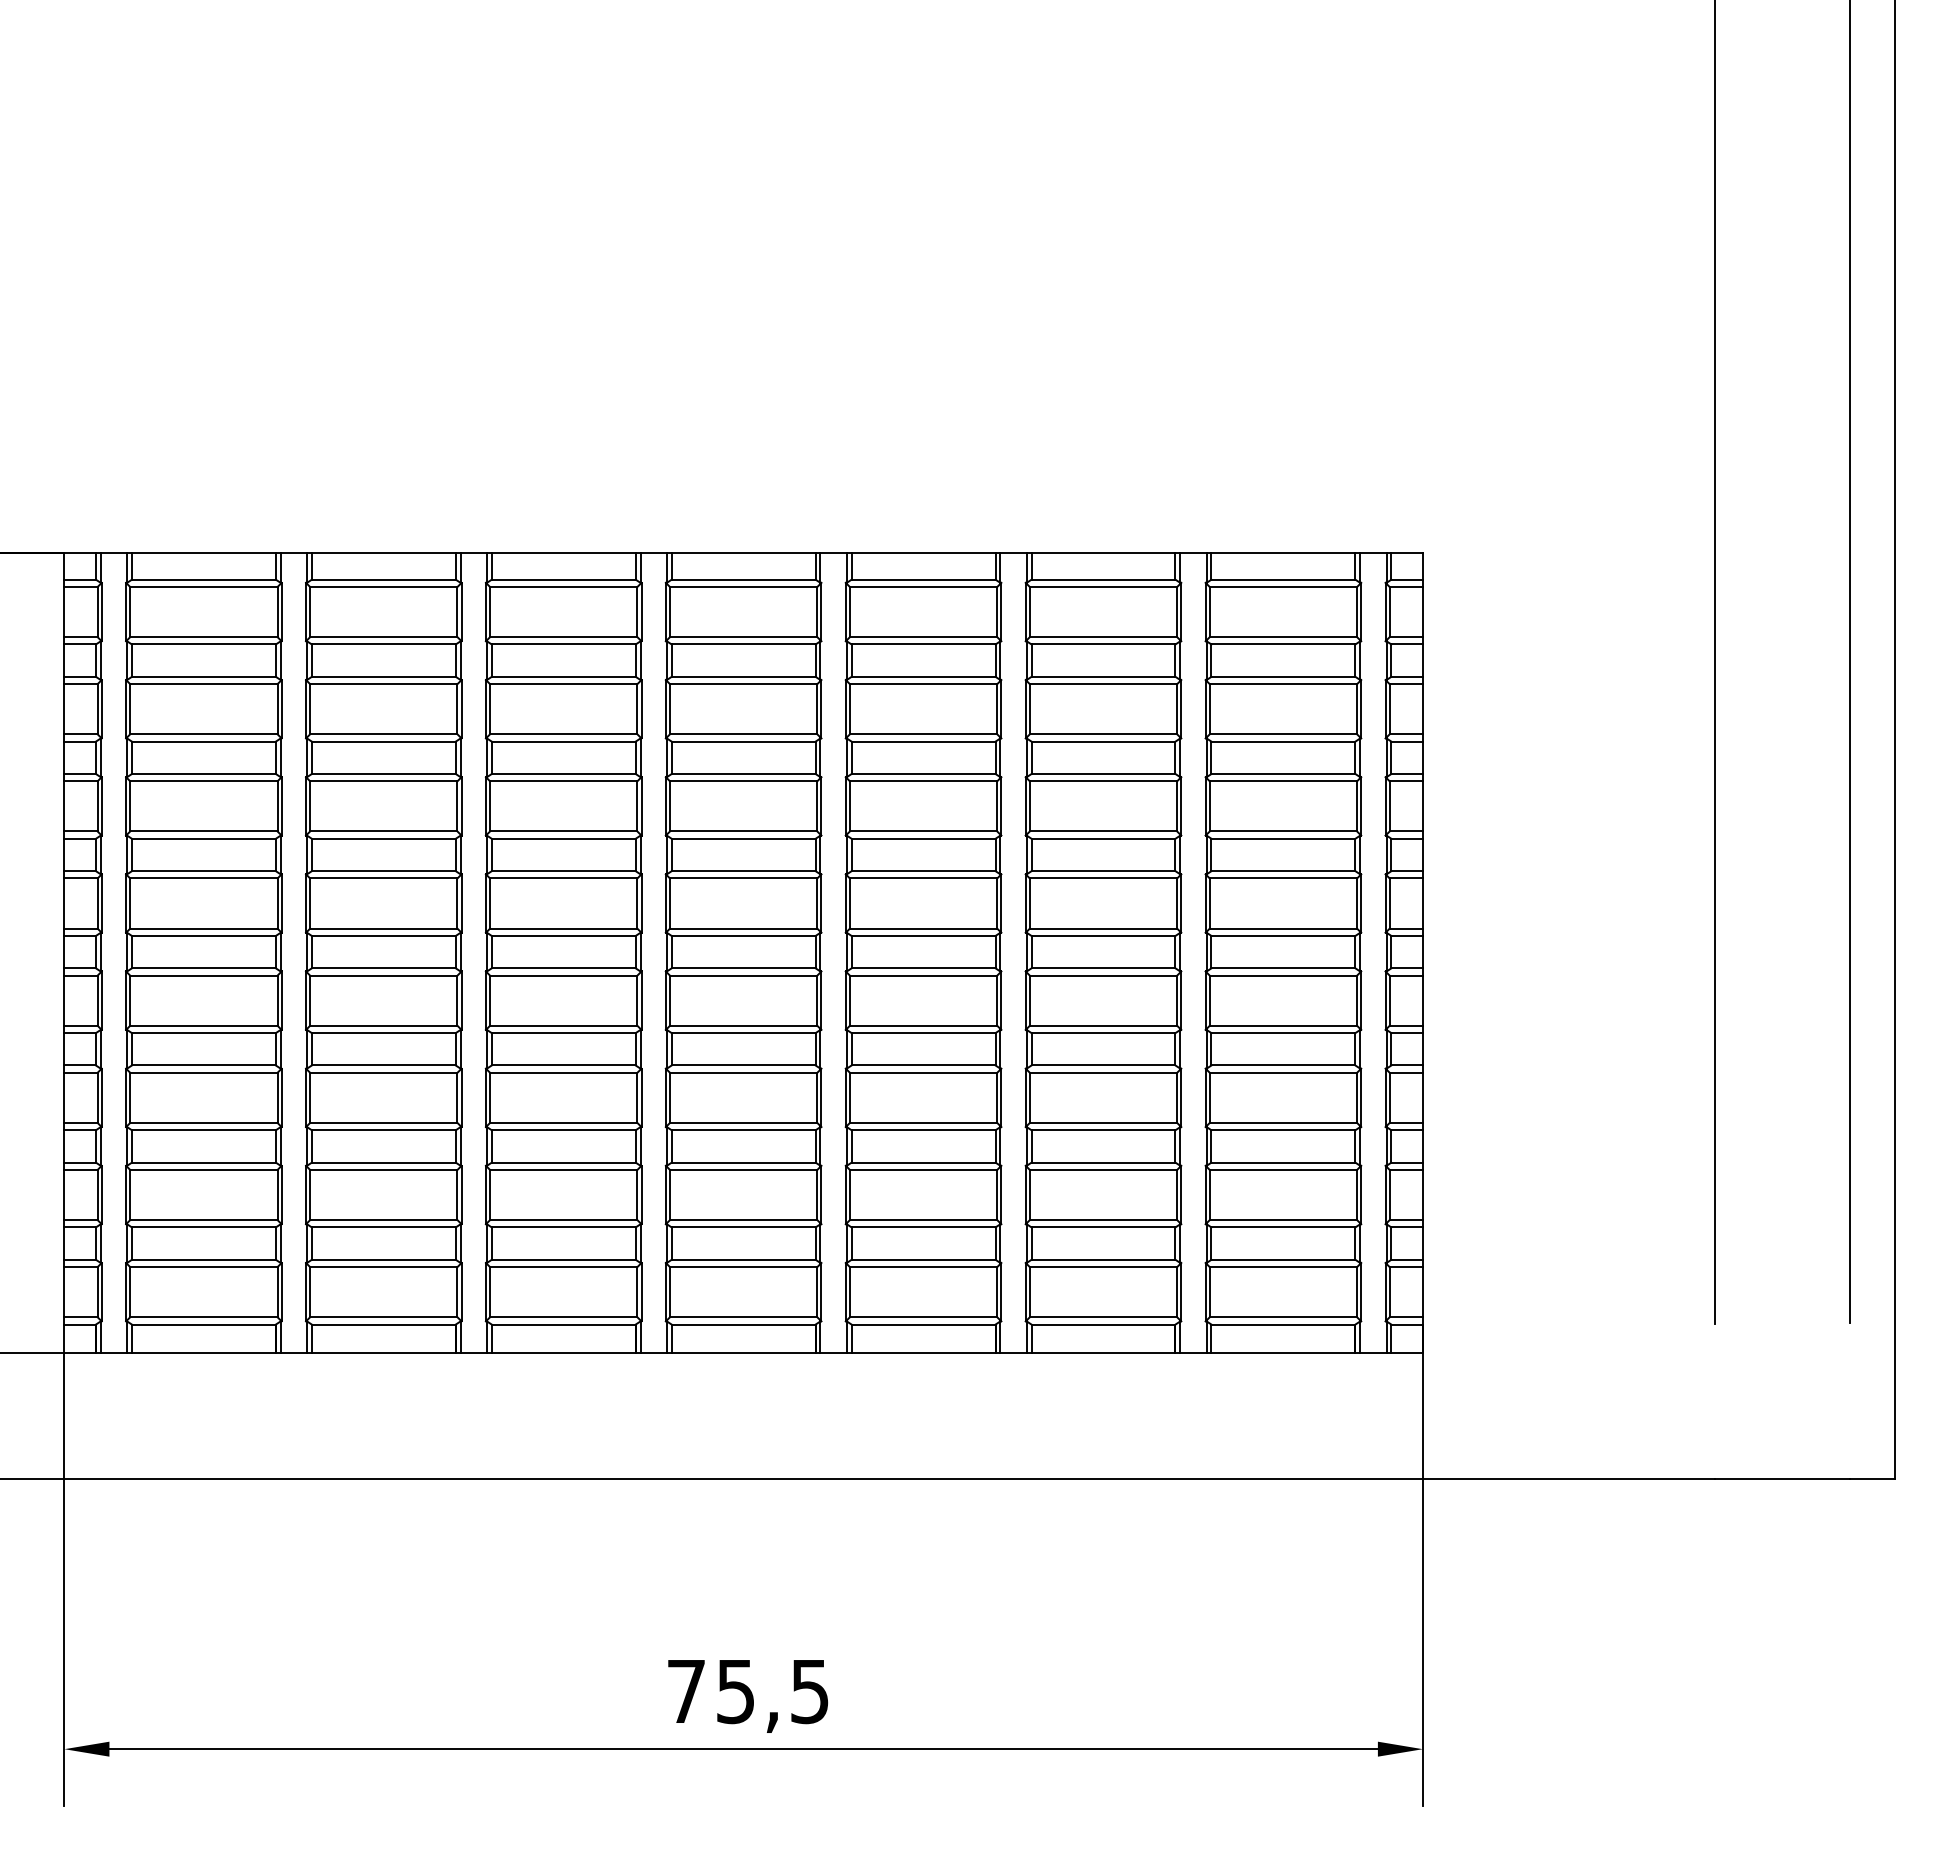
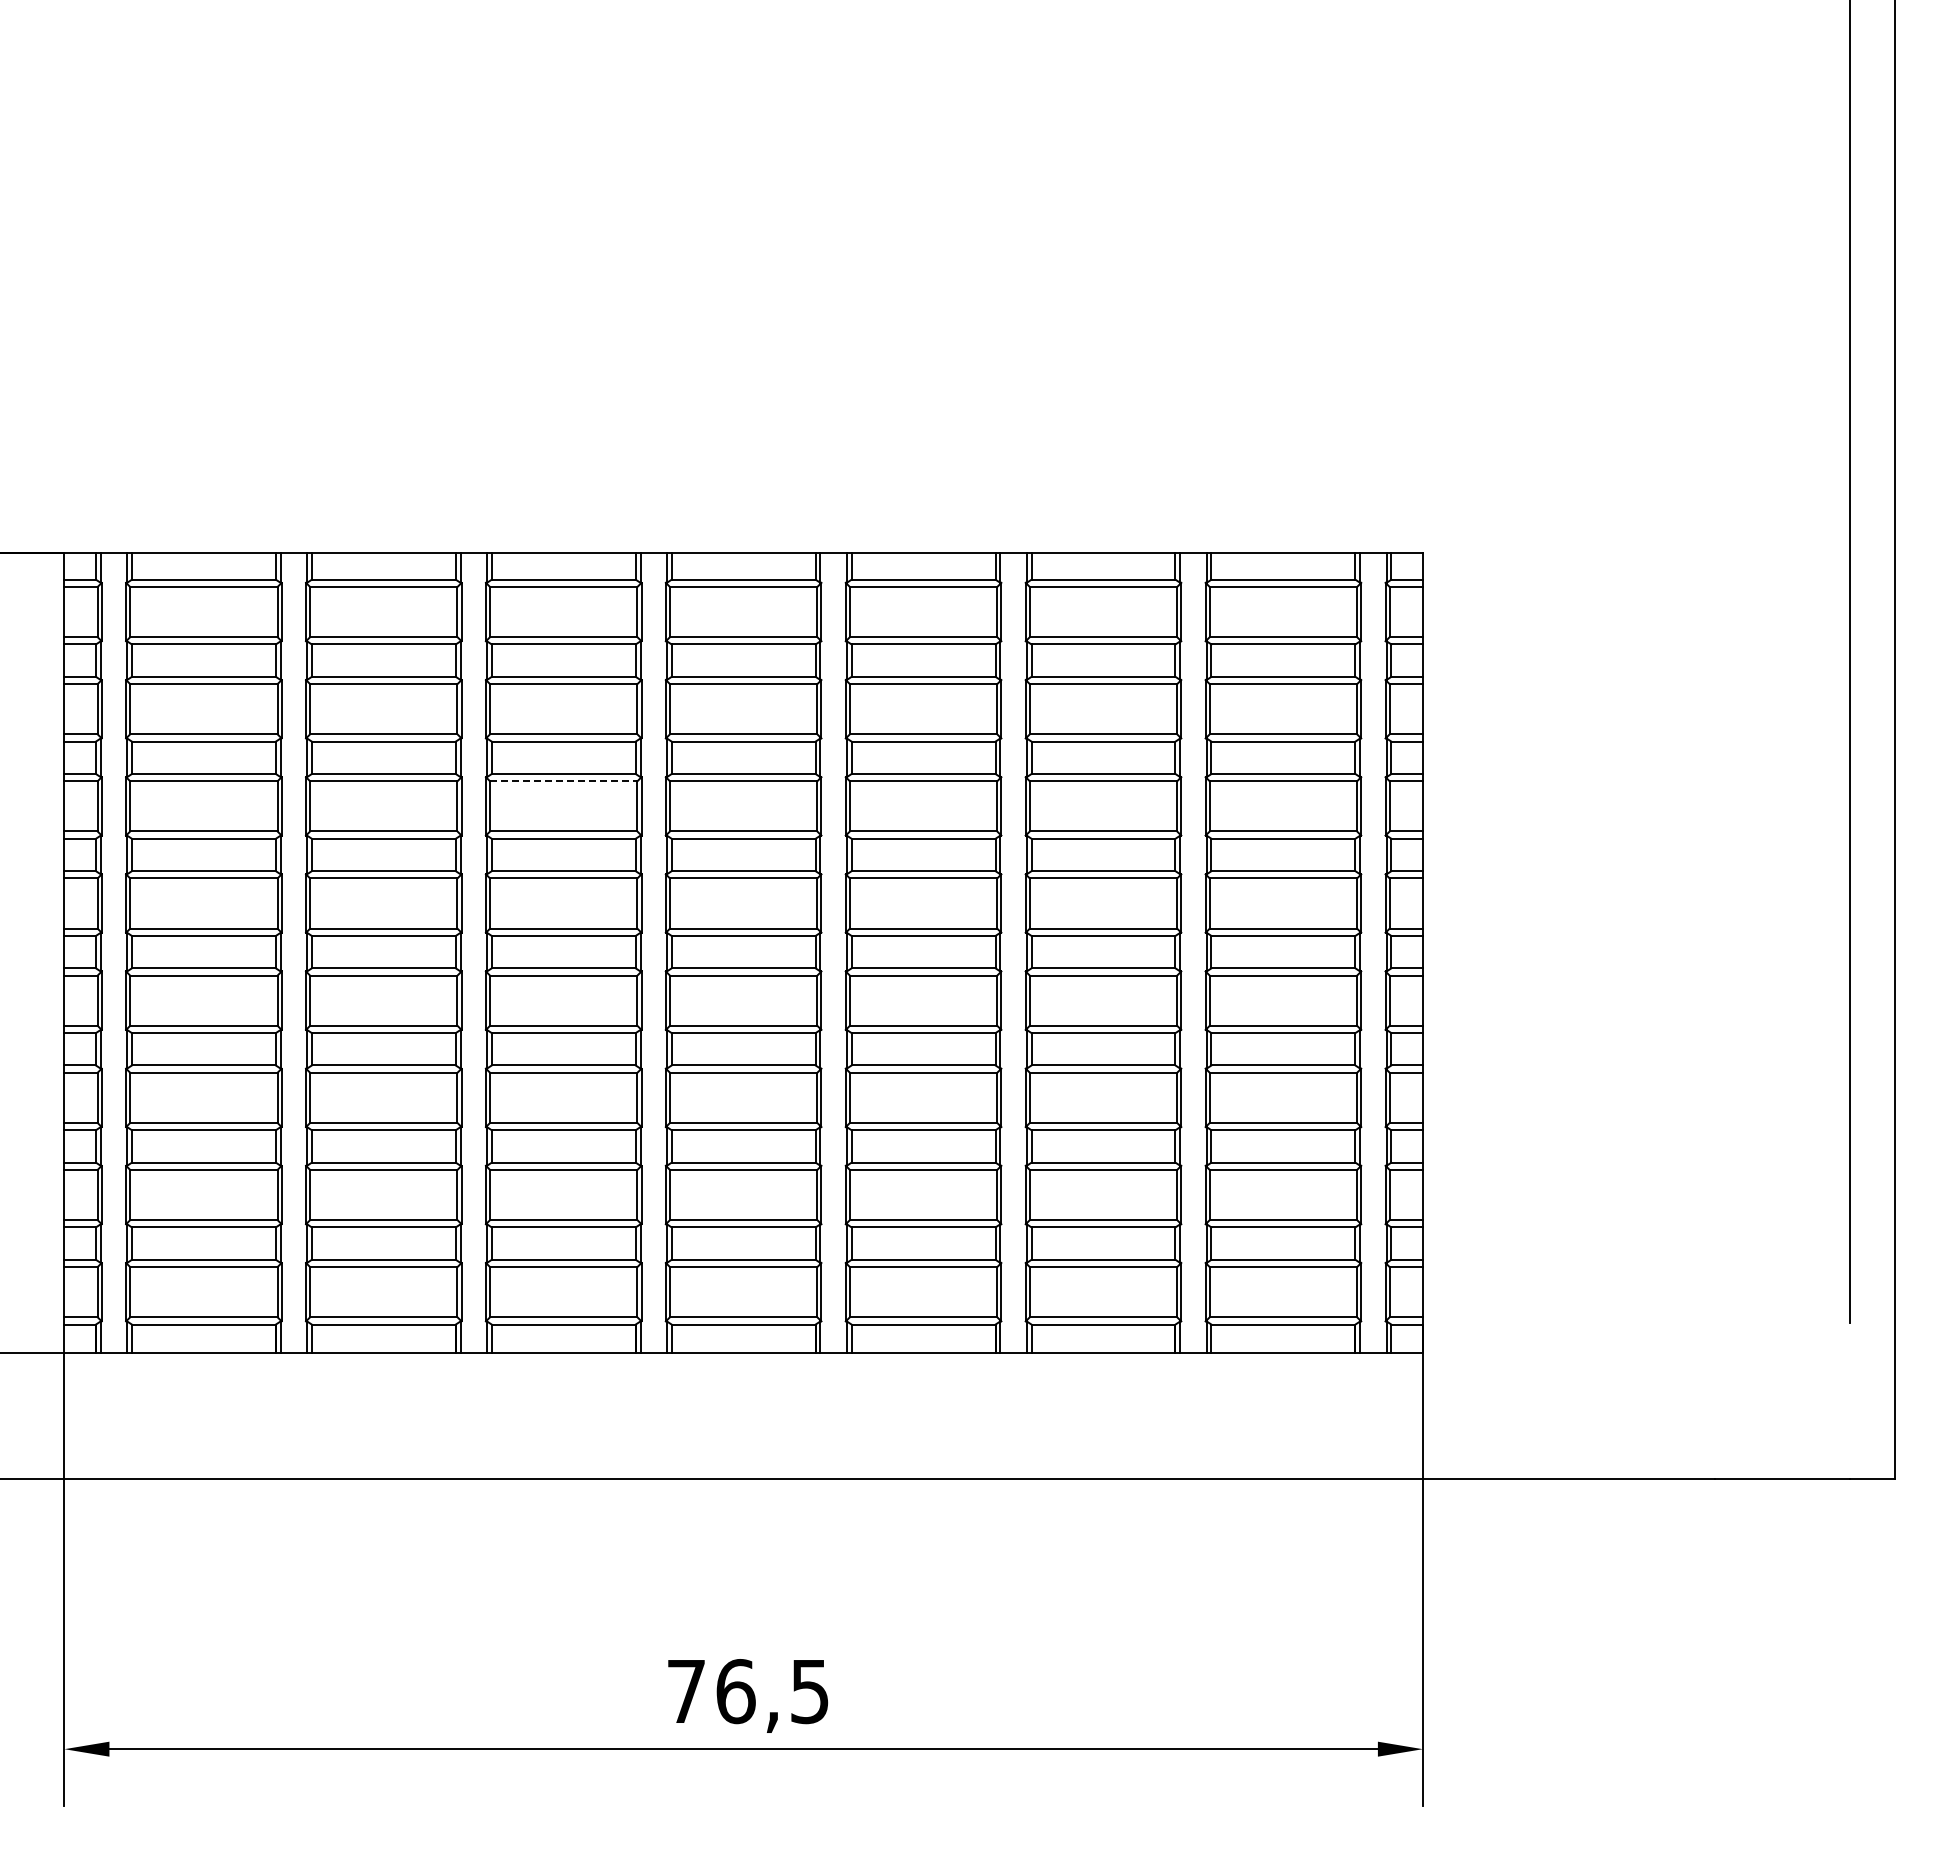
line at (1715, 662): present -> none
line at (563, 781): solid -> dashed
text at (735, 1691): 75,5 -> 76,5
